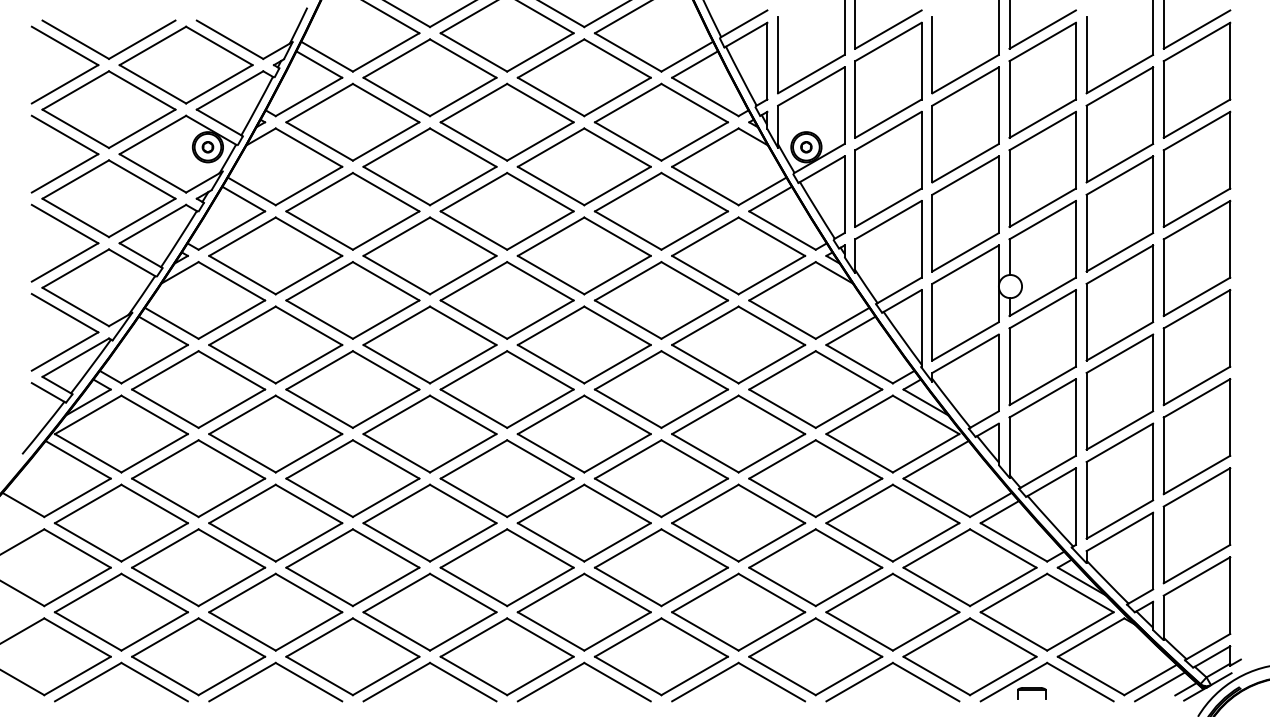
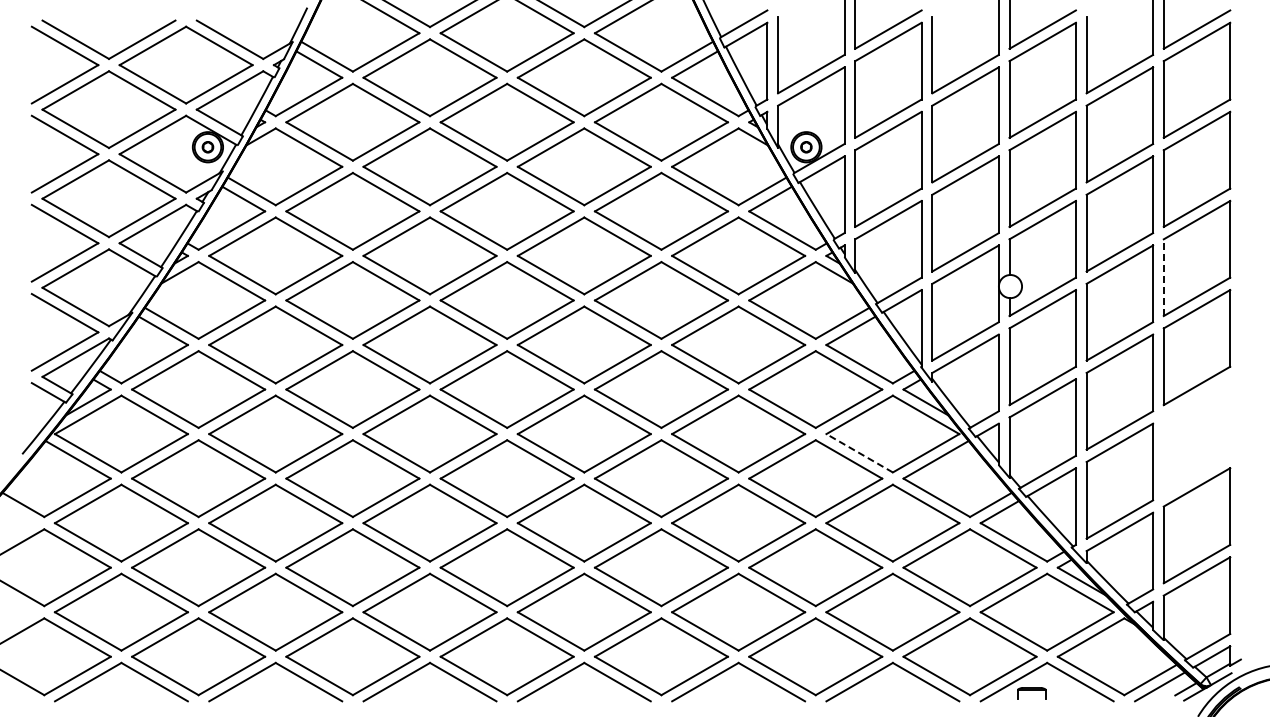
line at (1163, 277): solid -> dashed
part at (1196, 436): present -> none
line at (859, 453): solid -> dashed
